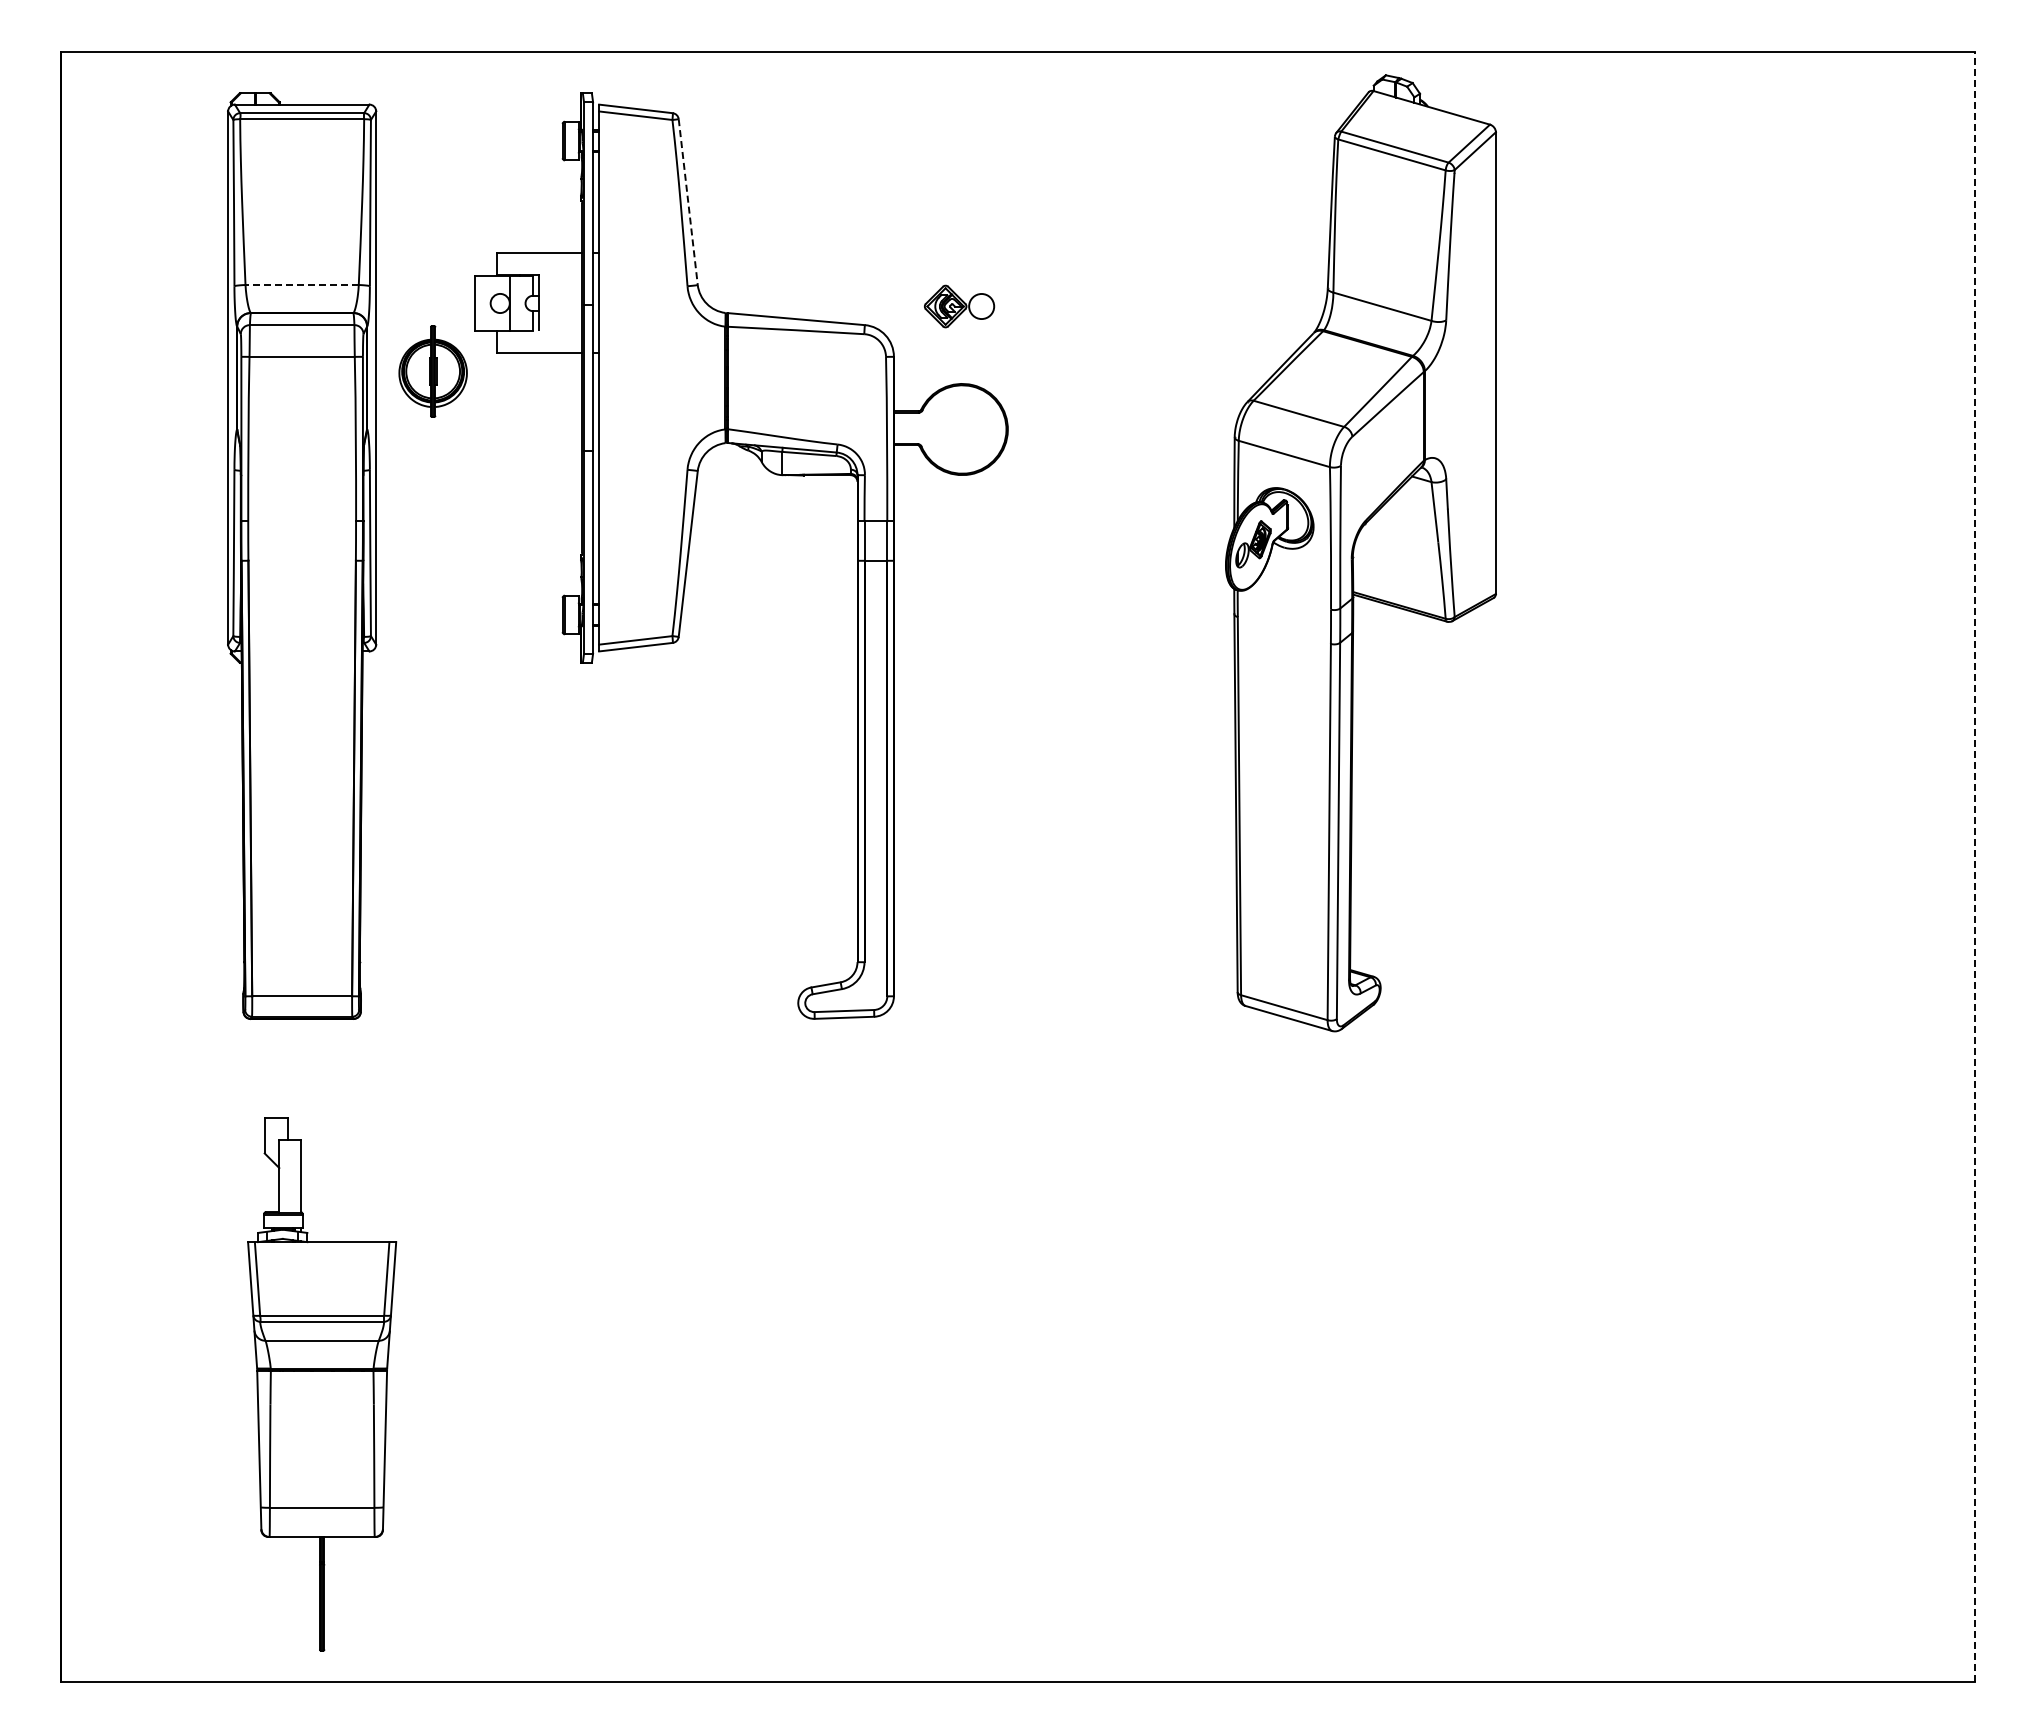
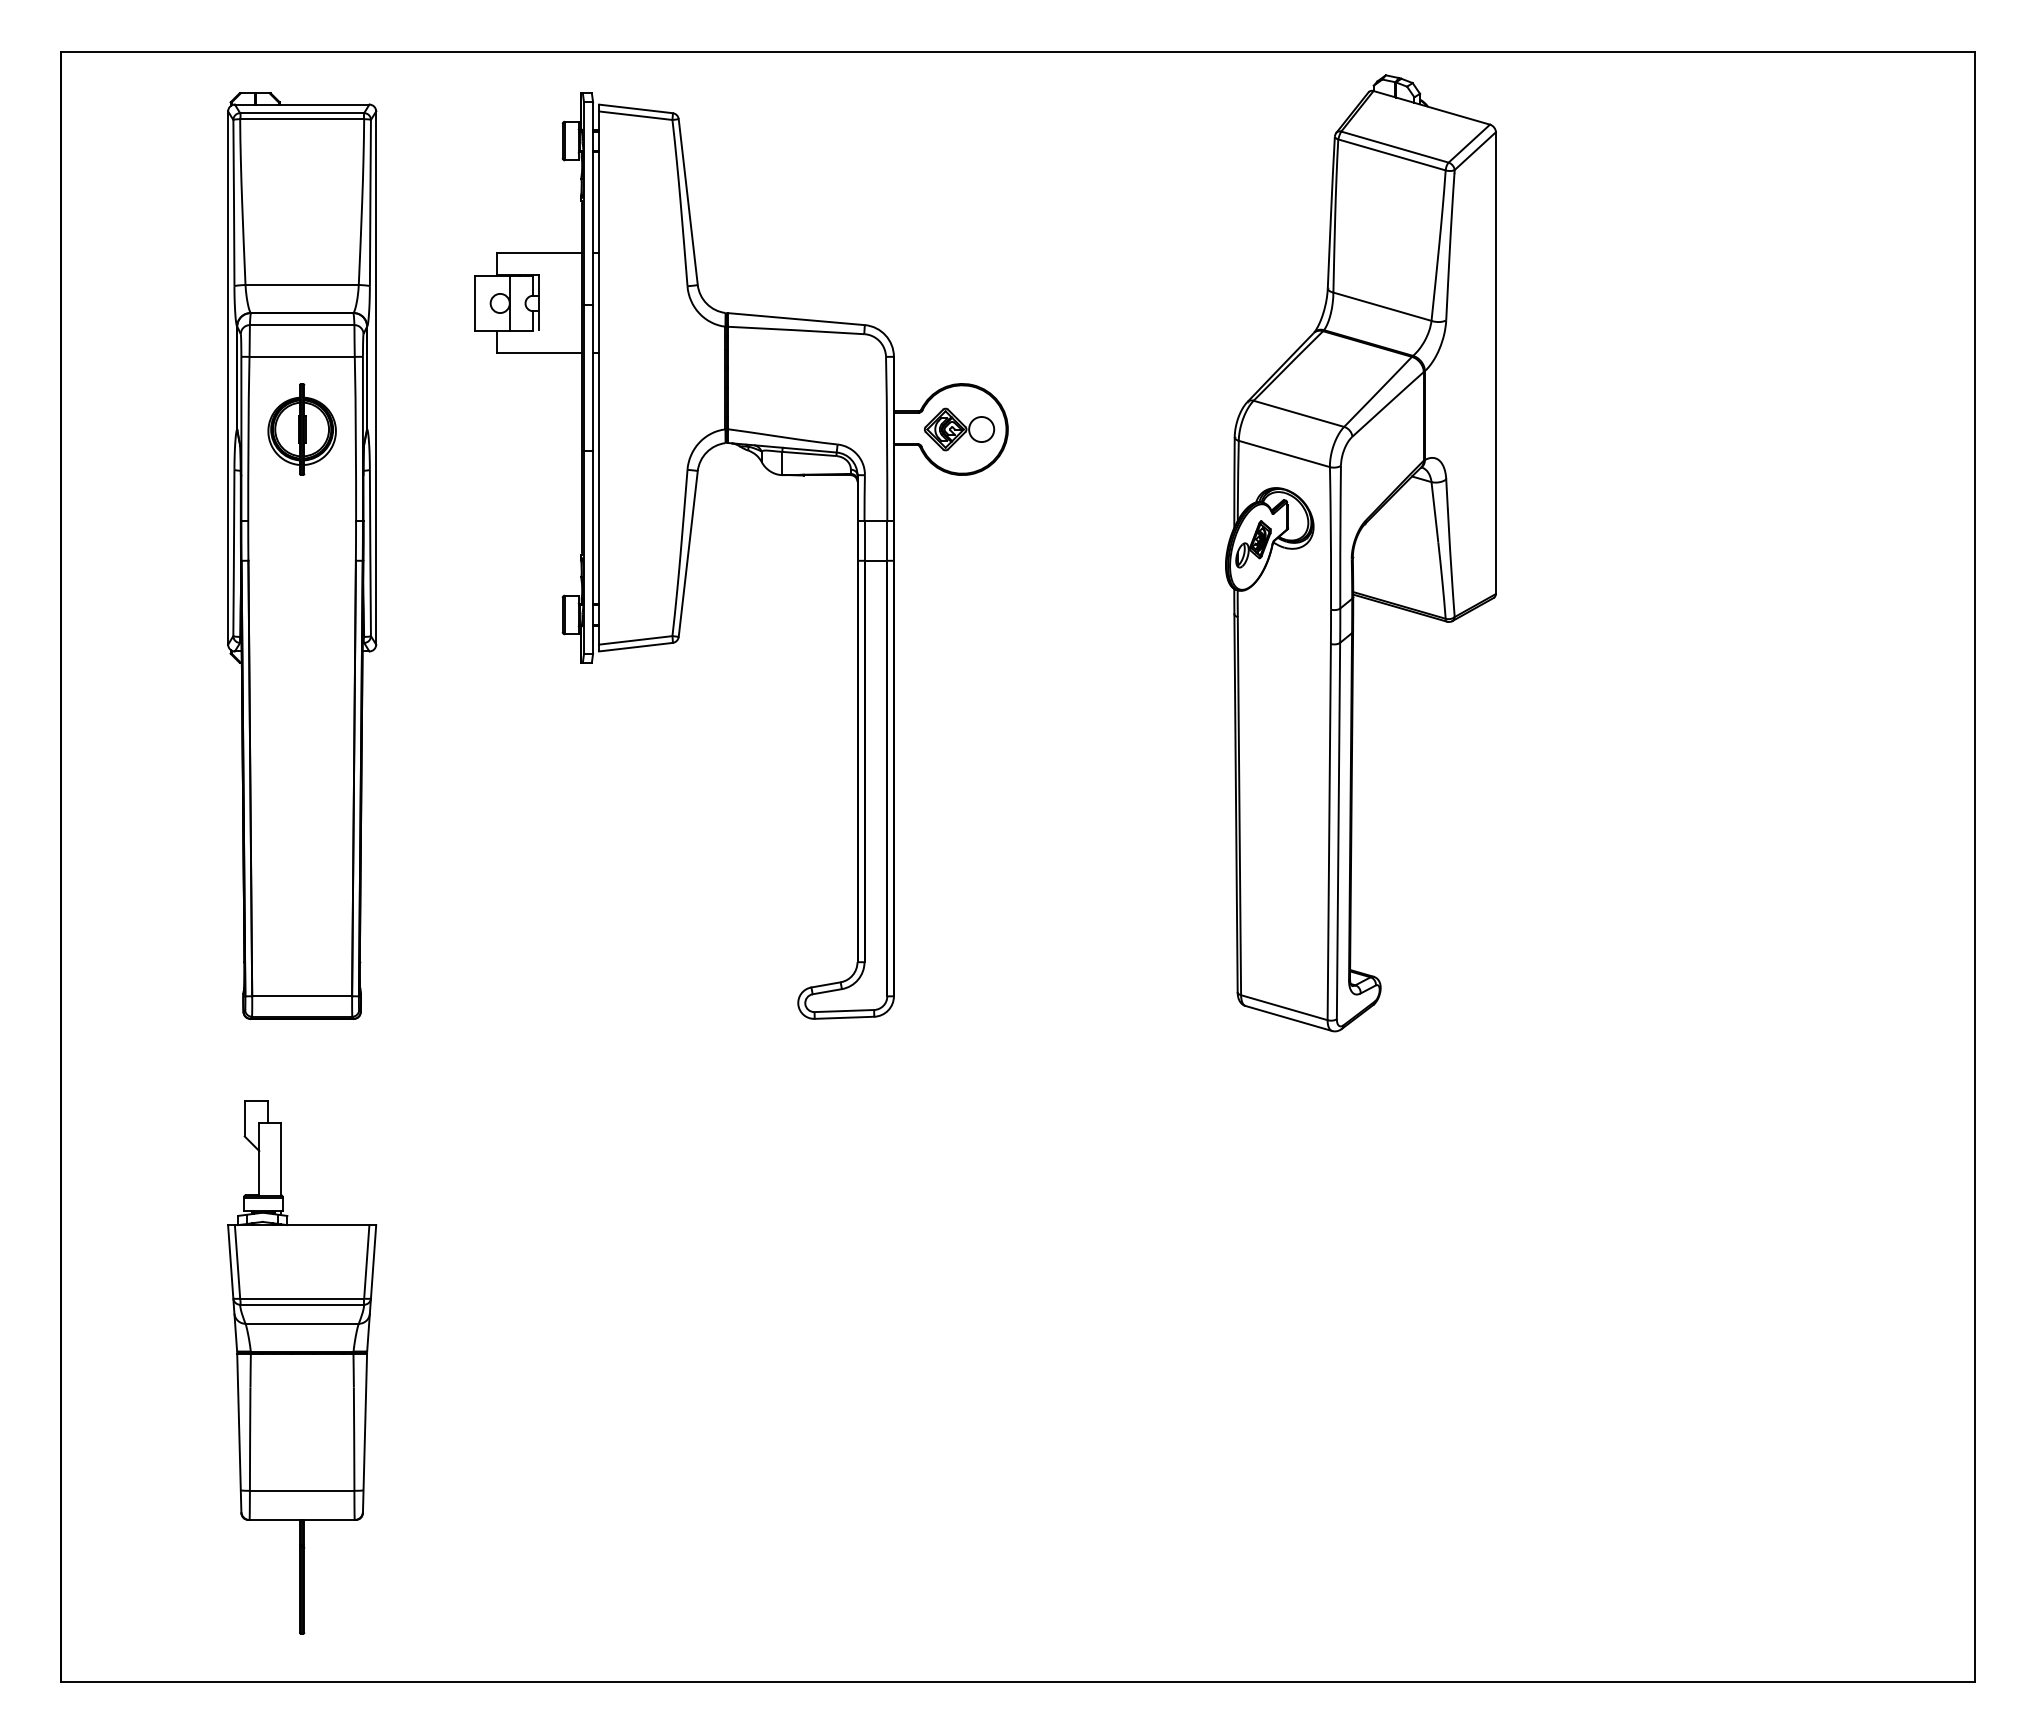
line at (688, 202): dashed -> solid
line at (302, 284): dashed -> solid
part at (959, 306) position: (959, 306) -> (959, 429)
part at (432, 371) position: (432, 371) -> (301, 429)
line at (1974, 866): dashed -> solid
part at (322, 1384) position: (322, 1384) -> (302, 1367)
